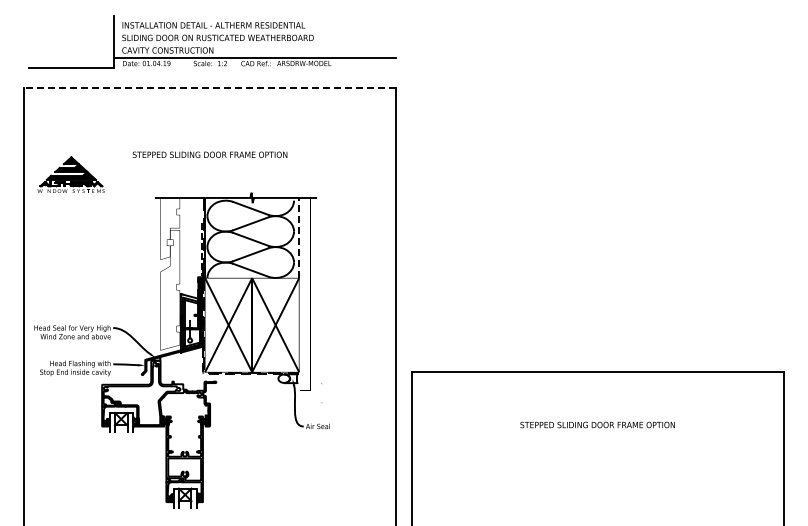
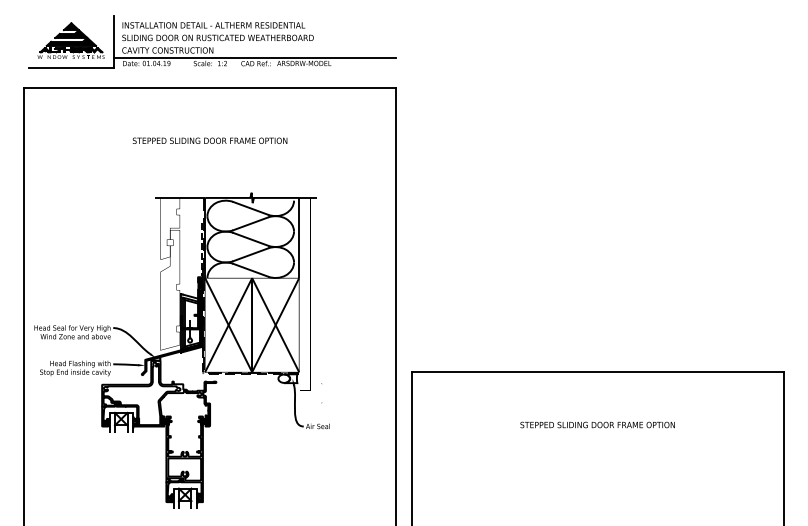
line at (210, 87): dashed -> solid
text at (209, 154) position: (209, 154) -> (209, 140)
part at (70, 174) position: (70, 174) -> (70, 40)
line at (299, 237): dashed -> solid
